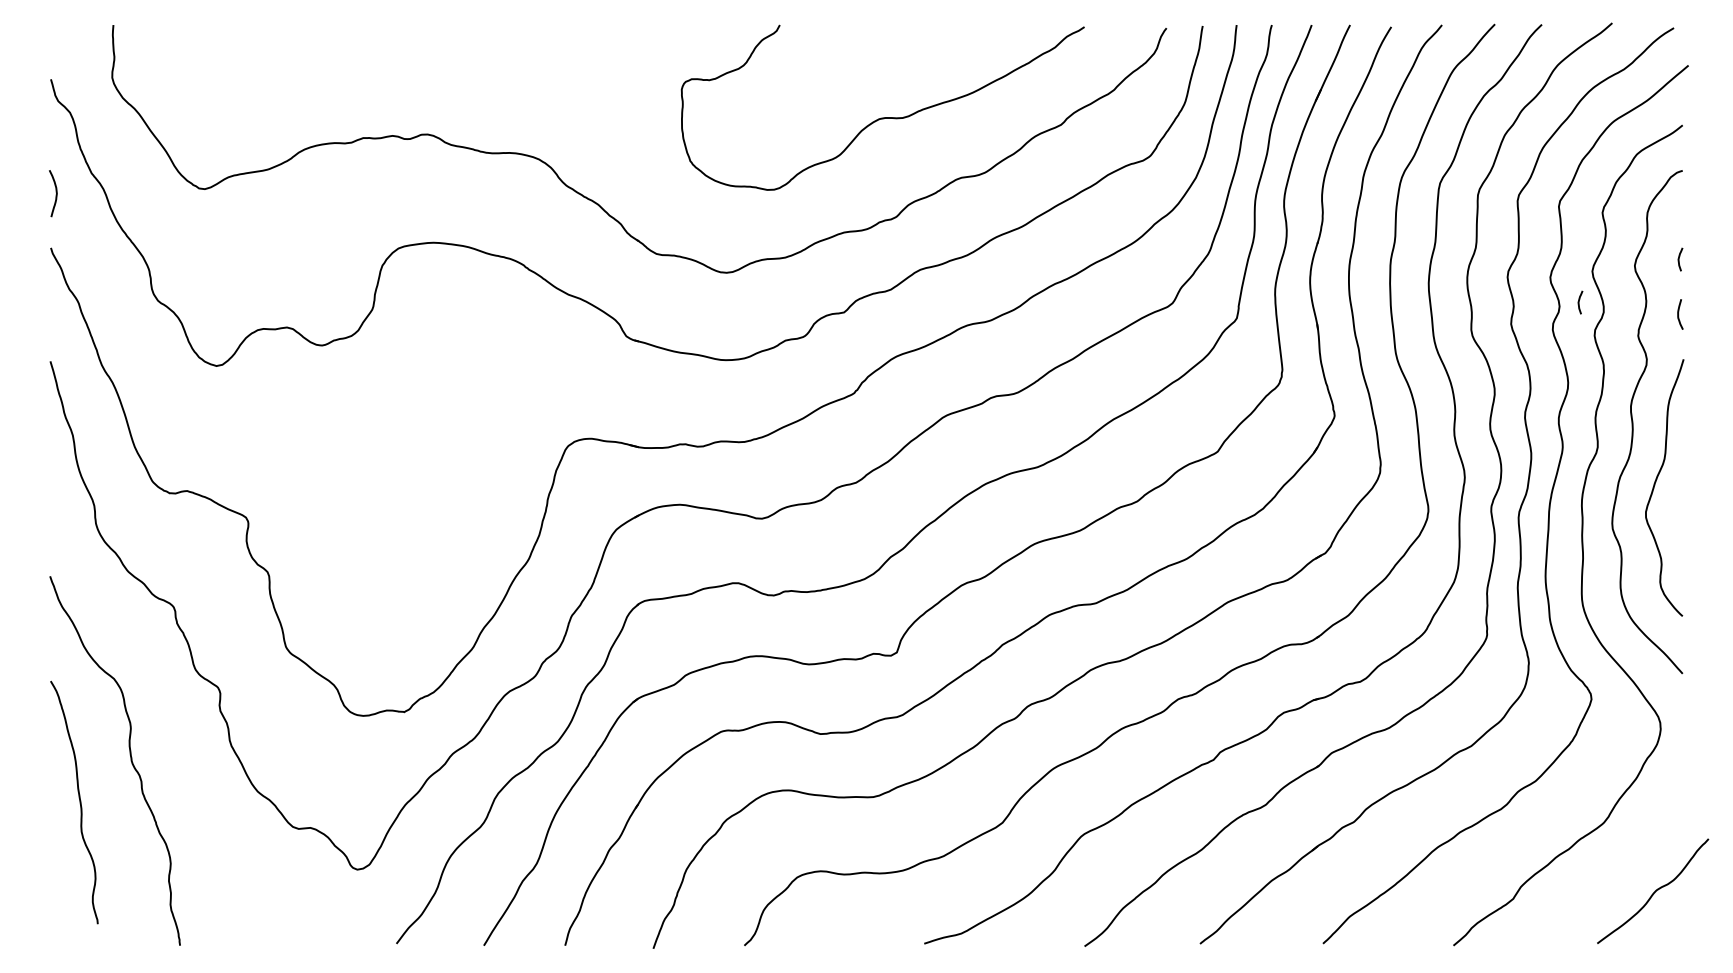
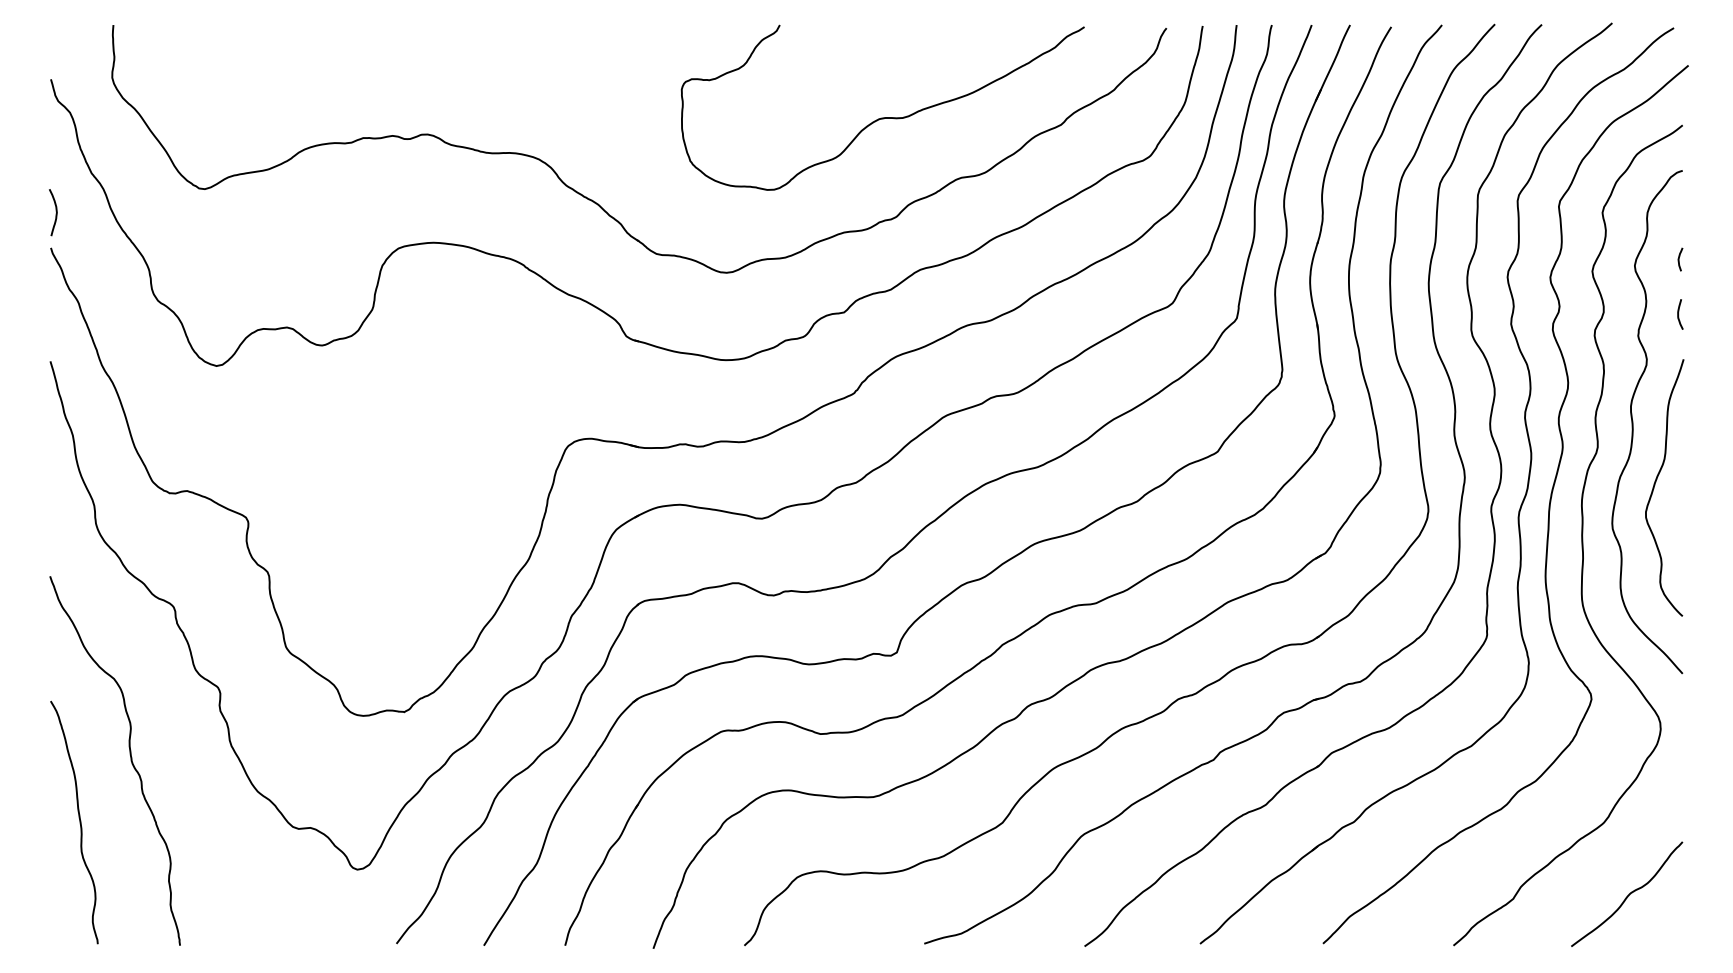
curve at (55, 192) position: (55, 192) -> (55, 211)
curve at (1579, 302): present -> none
curve at (79, 802) position: (79, 802) -> (79, 822)
curve at (1654, 891) position: (1654, 891) -> (1628, 894)
